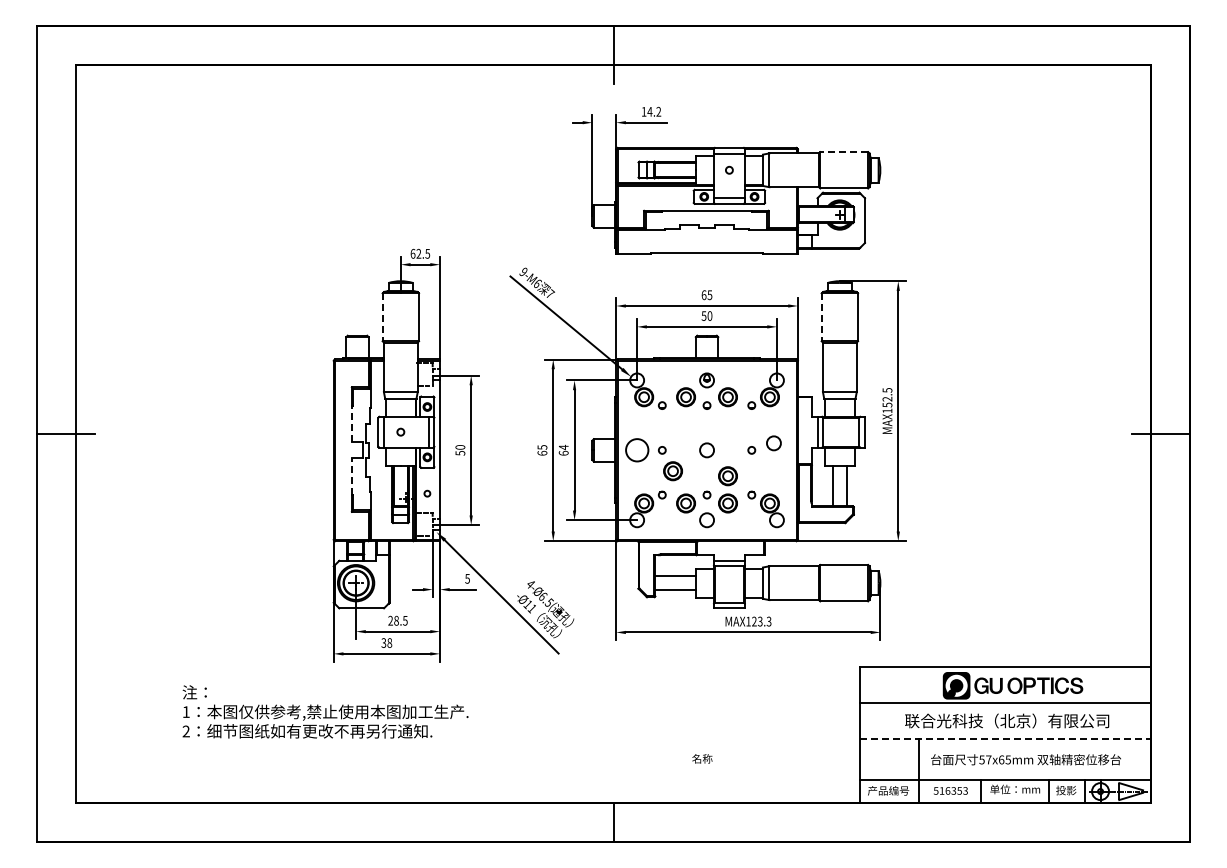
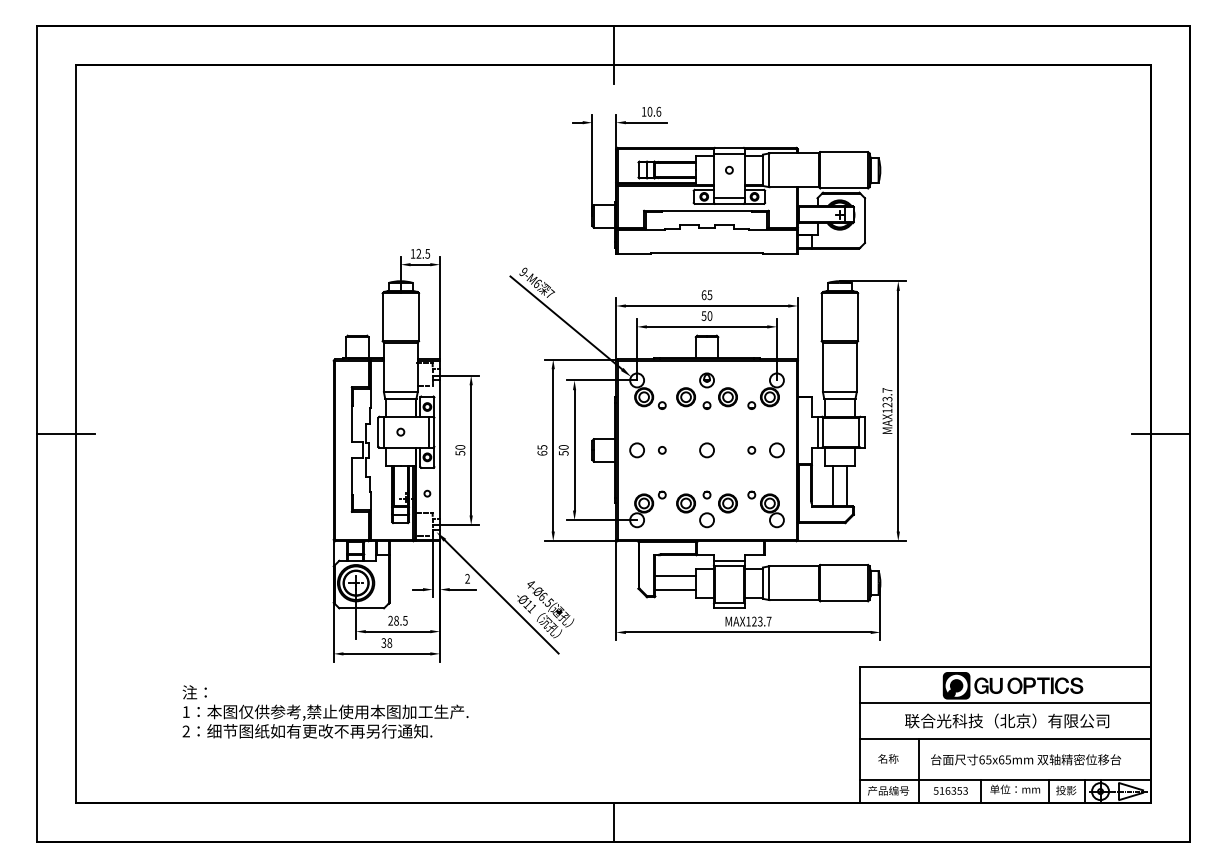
text at (654, 111): 14.2 -> 10.6
line at (844, 152): dashed -> solid
text at (412, 253): 62.5 -> 12.5
line at (382, 317): dashed -> solid
line at (821, 317): dashed -> solid
text at (887, 397): MAX152.5 -> MAX123.7
line at (351, 423): dashed -> solid
circle at (773, 443) position: (773, 443) -> (776, 450)
text at (563, 449): 64 -> 50
circle at (637, 450) size: 25x25 px -> 16x17 px
part at (672, 471): present -> none
line at (351, 476): dashed -> solid
part at (727, 476): present -> none
text at (467, 578): 5 -> 2
text at (768, 621): MAX123.3 -> MAX123.7
line at (1005, 739): dashed -> solid
text at (702, 758) position: (702, 758) -> (888, 758)
text at (985, 759): 57x65mm -> 65x65mm
